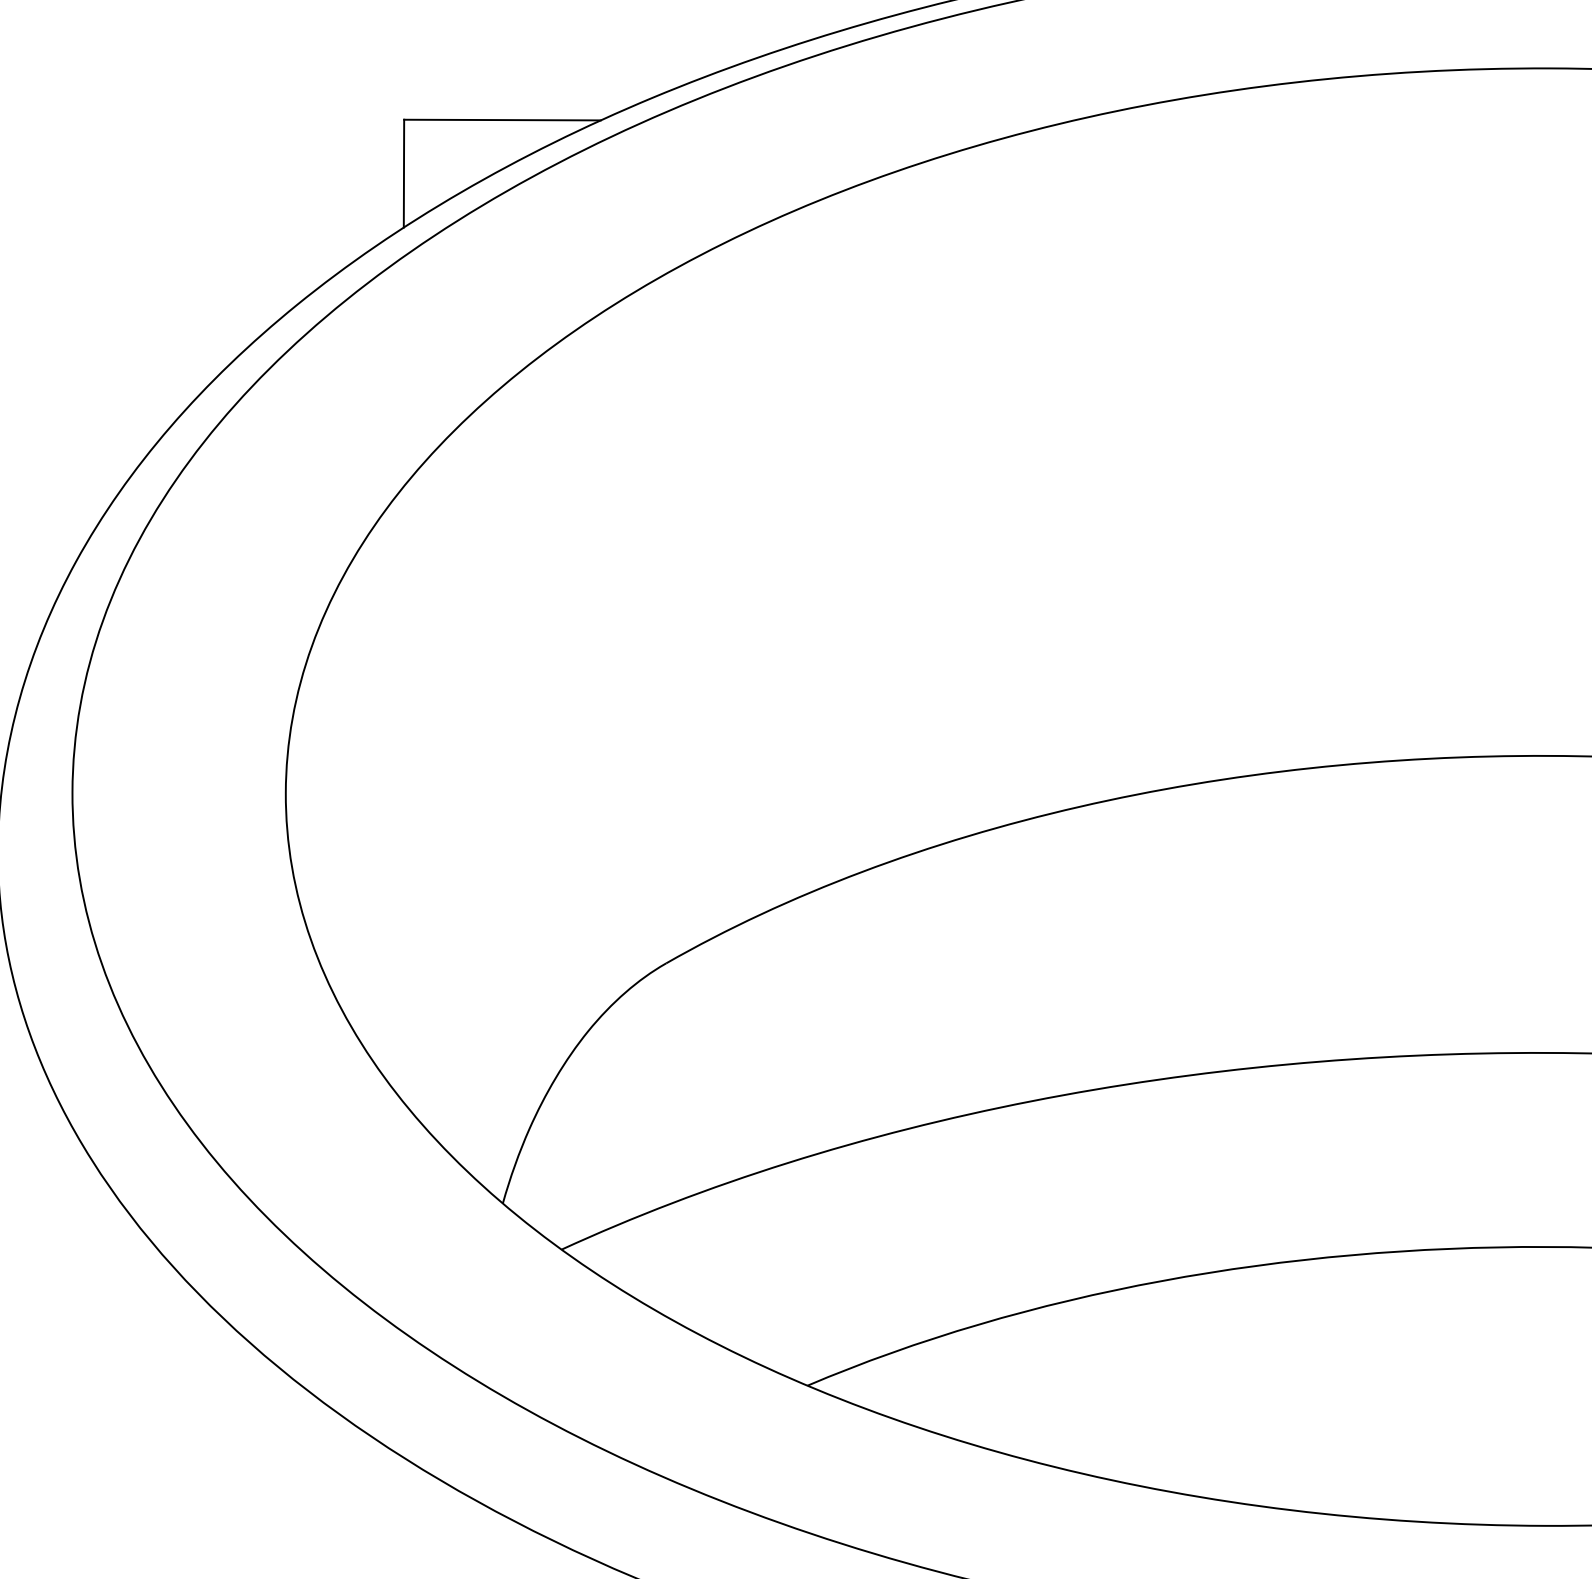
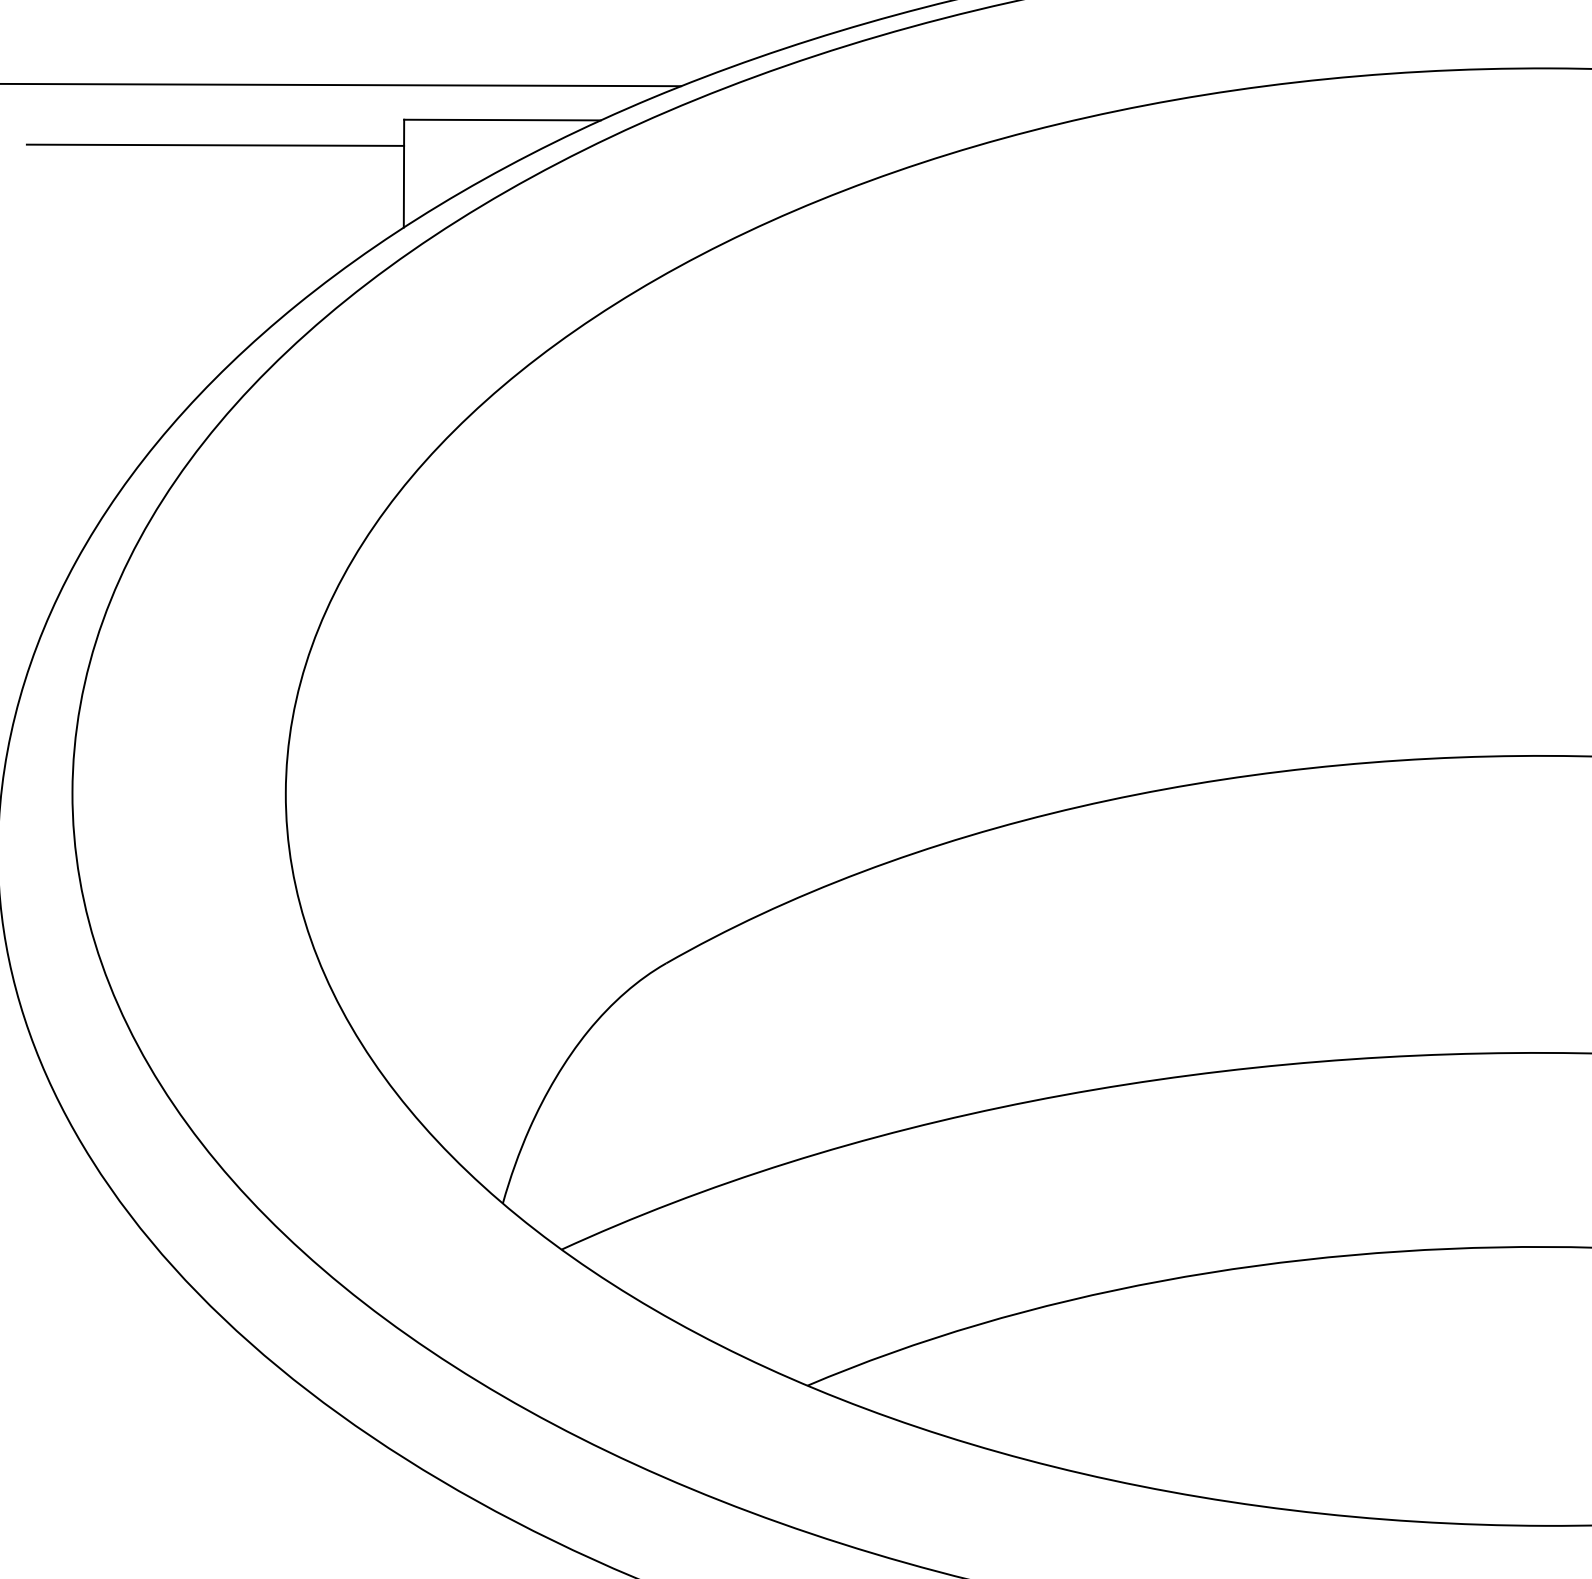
line at (341, 84): none -> present
line at (215, 144): none -> present
